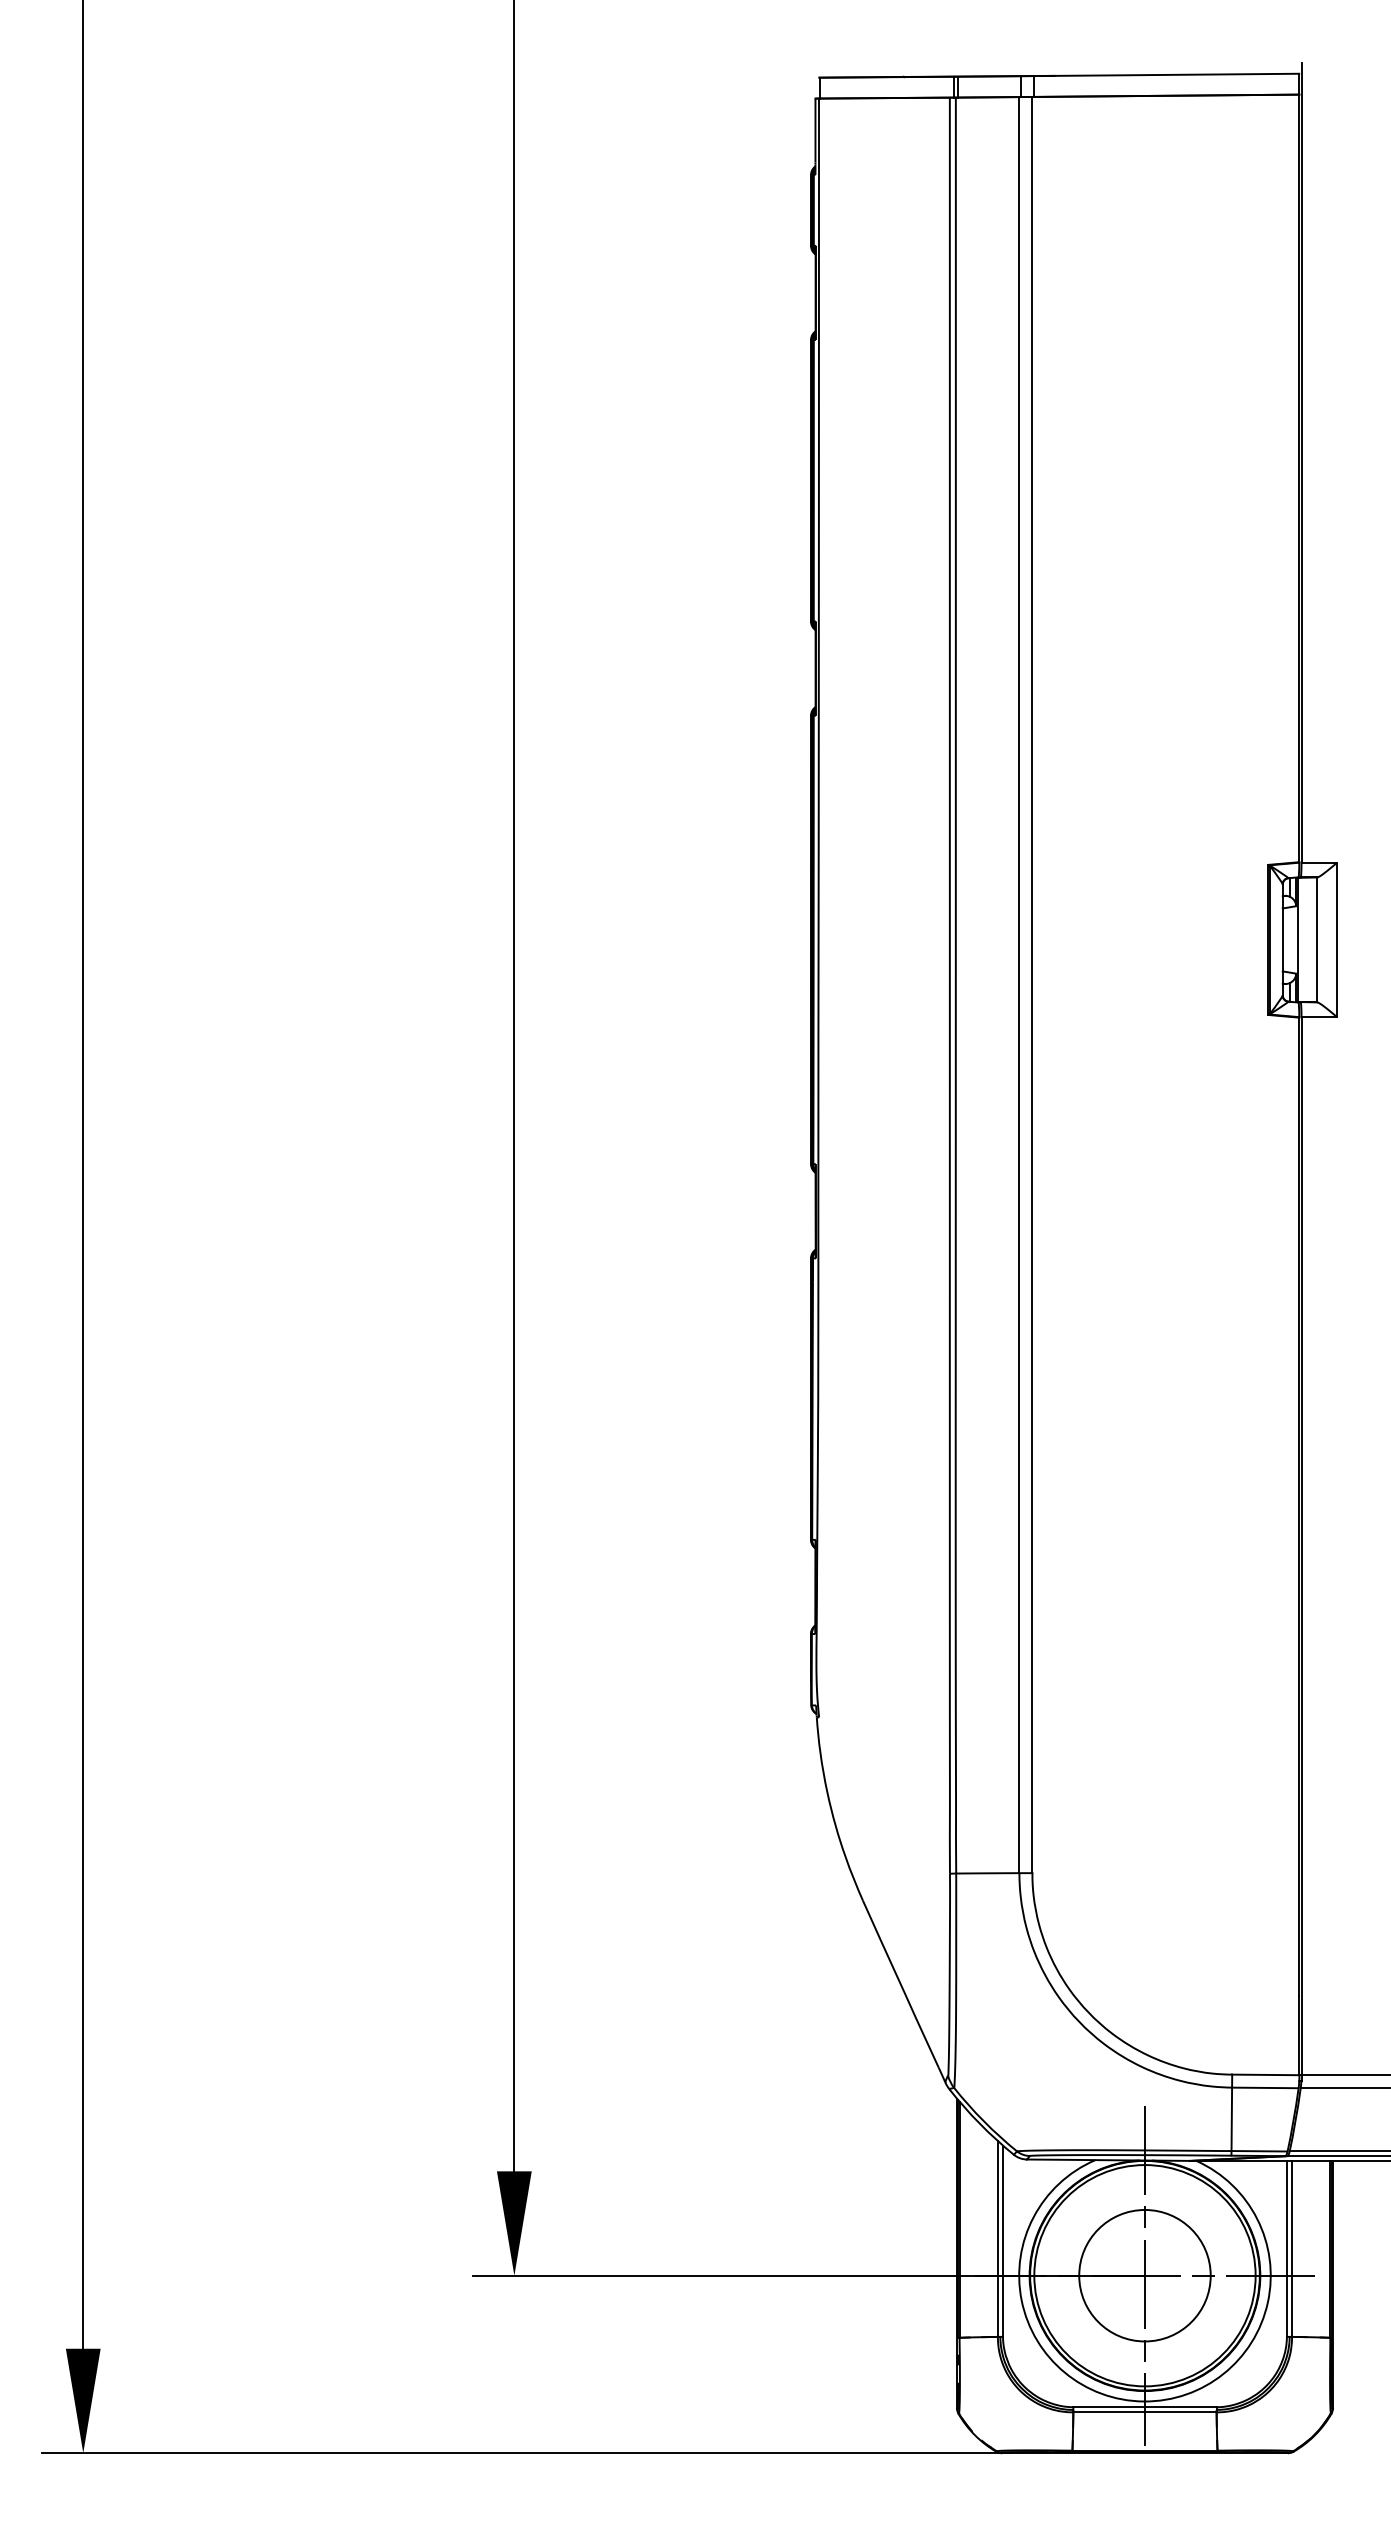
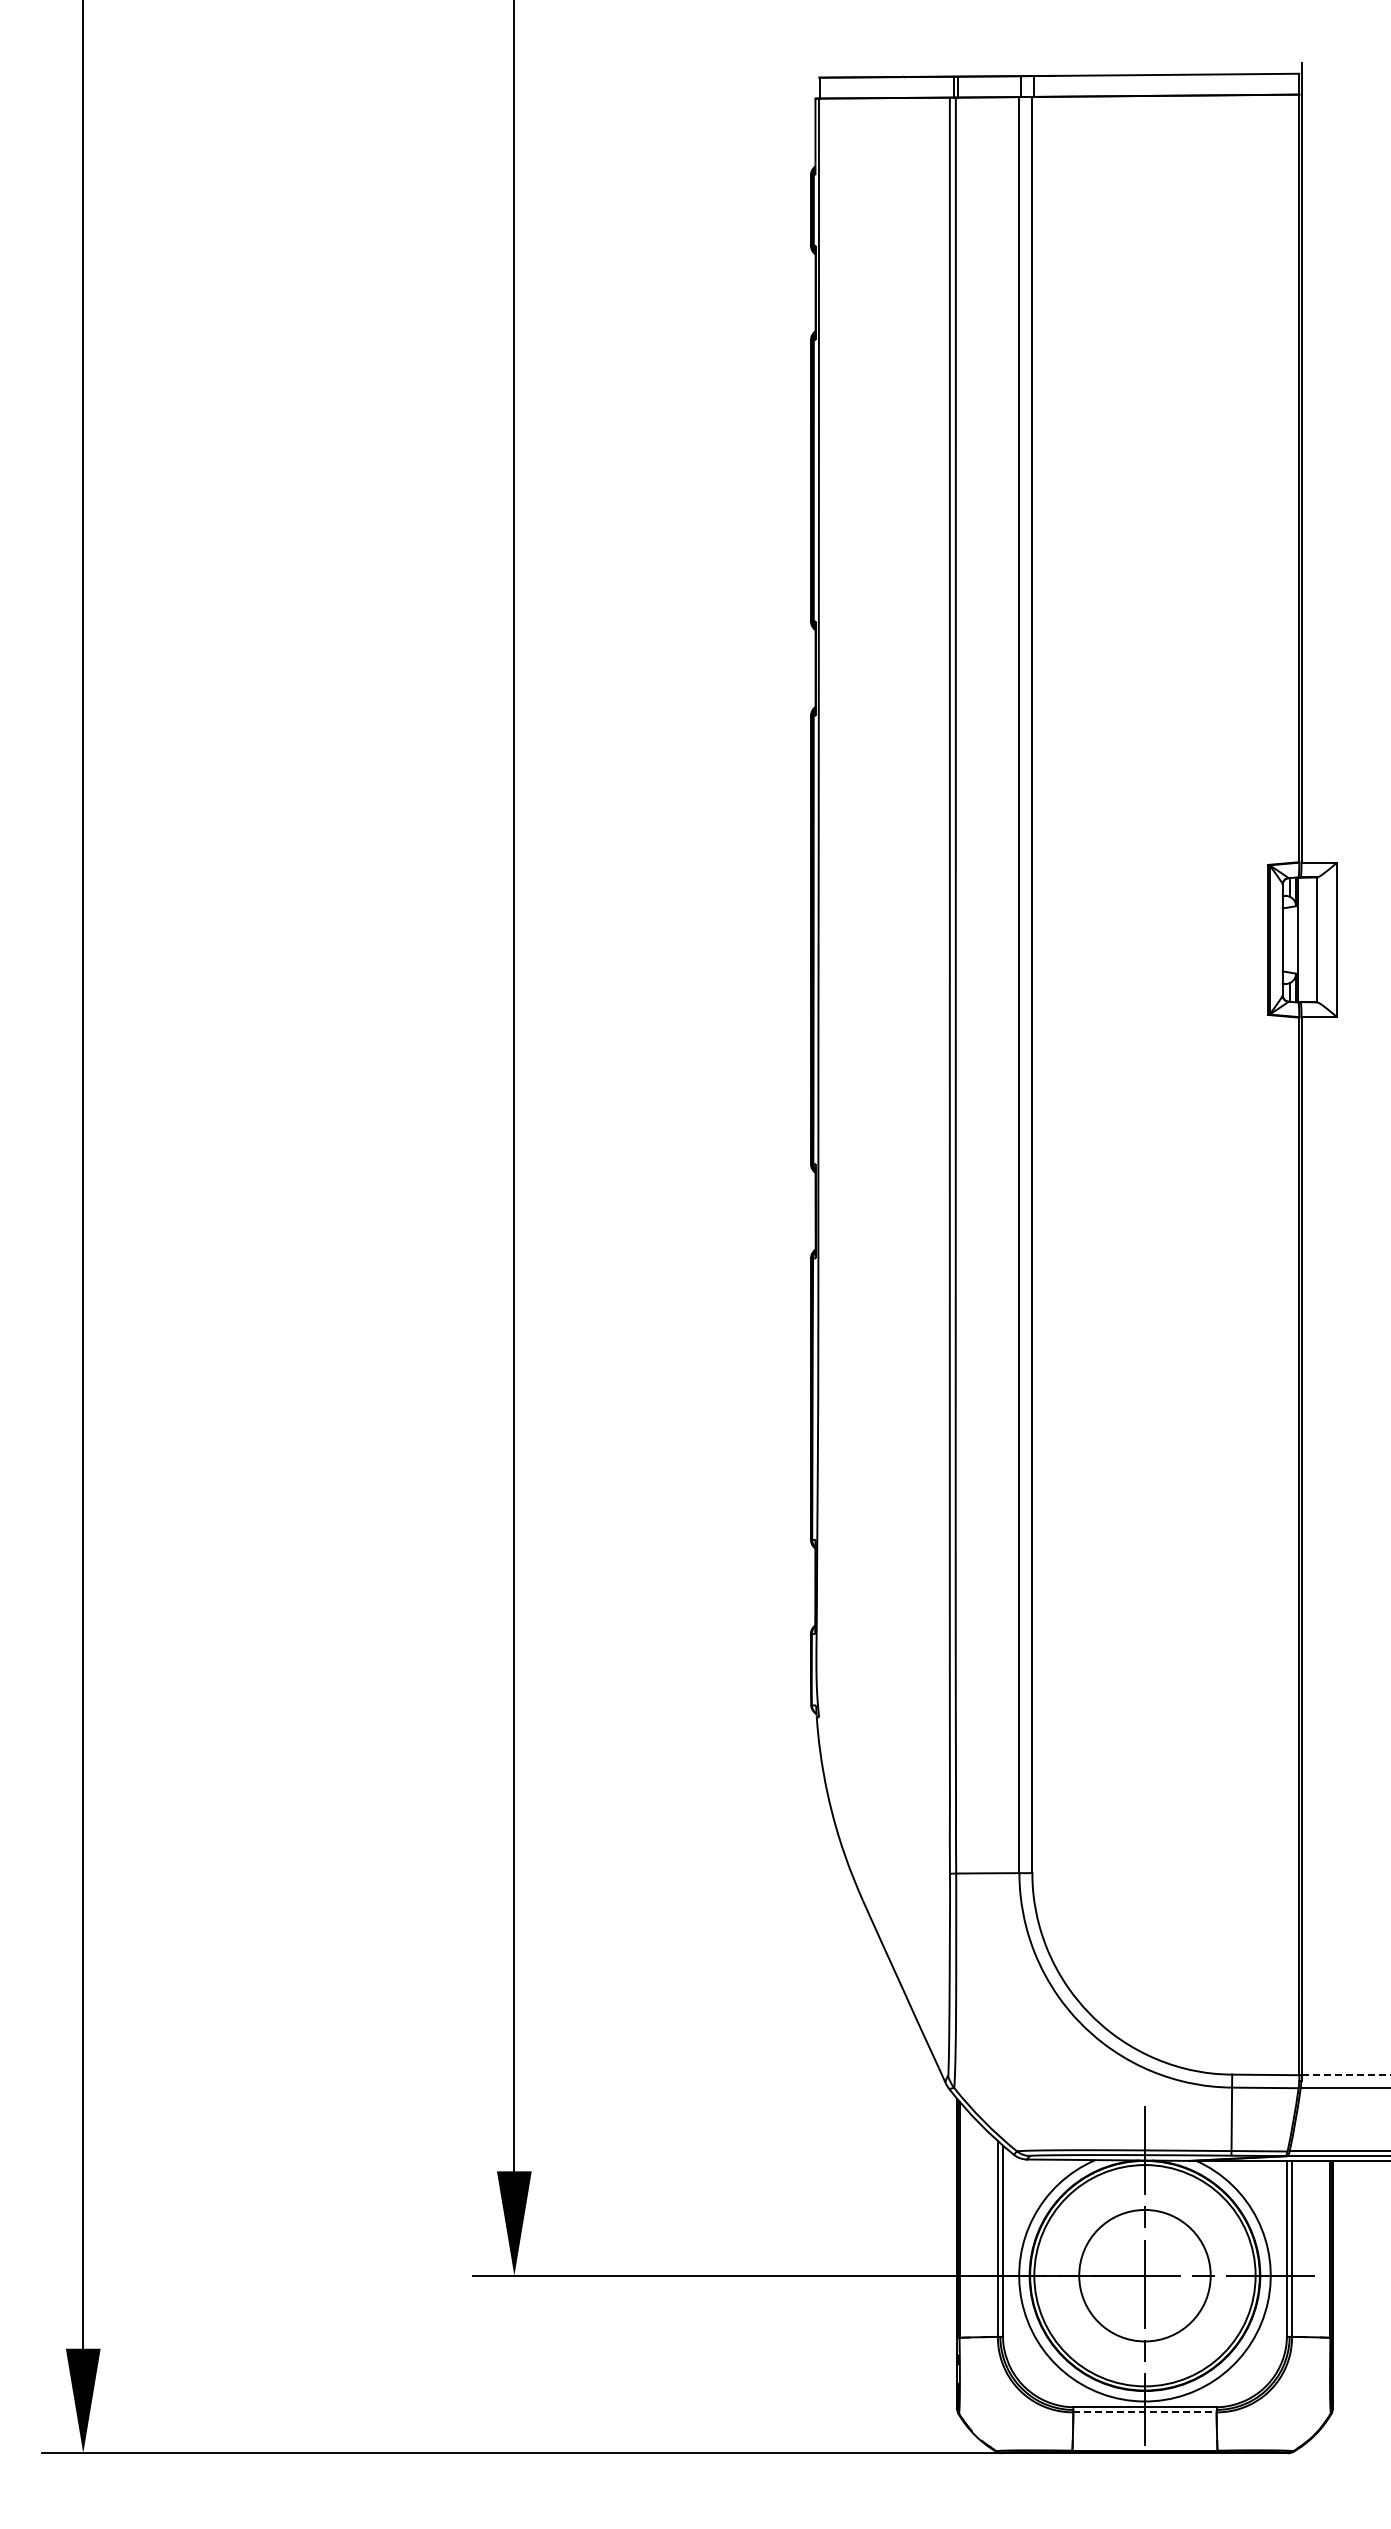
line at (1345, 2075): solid -> dashed
line at (1144, 2412): solid -> dashed
